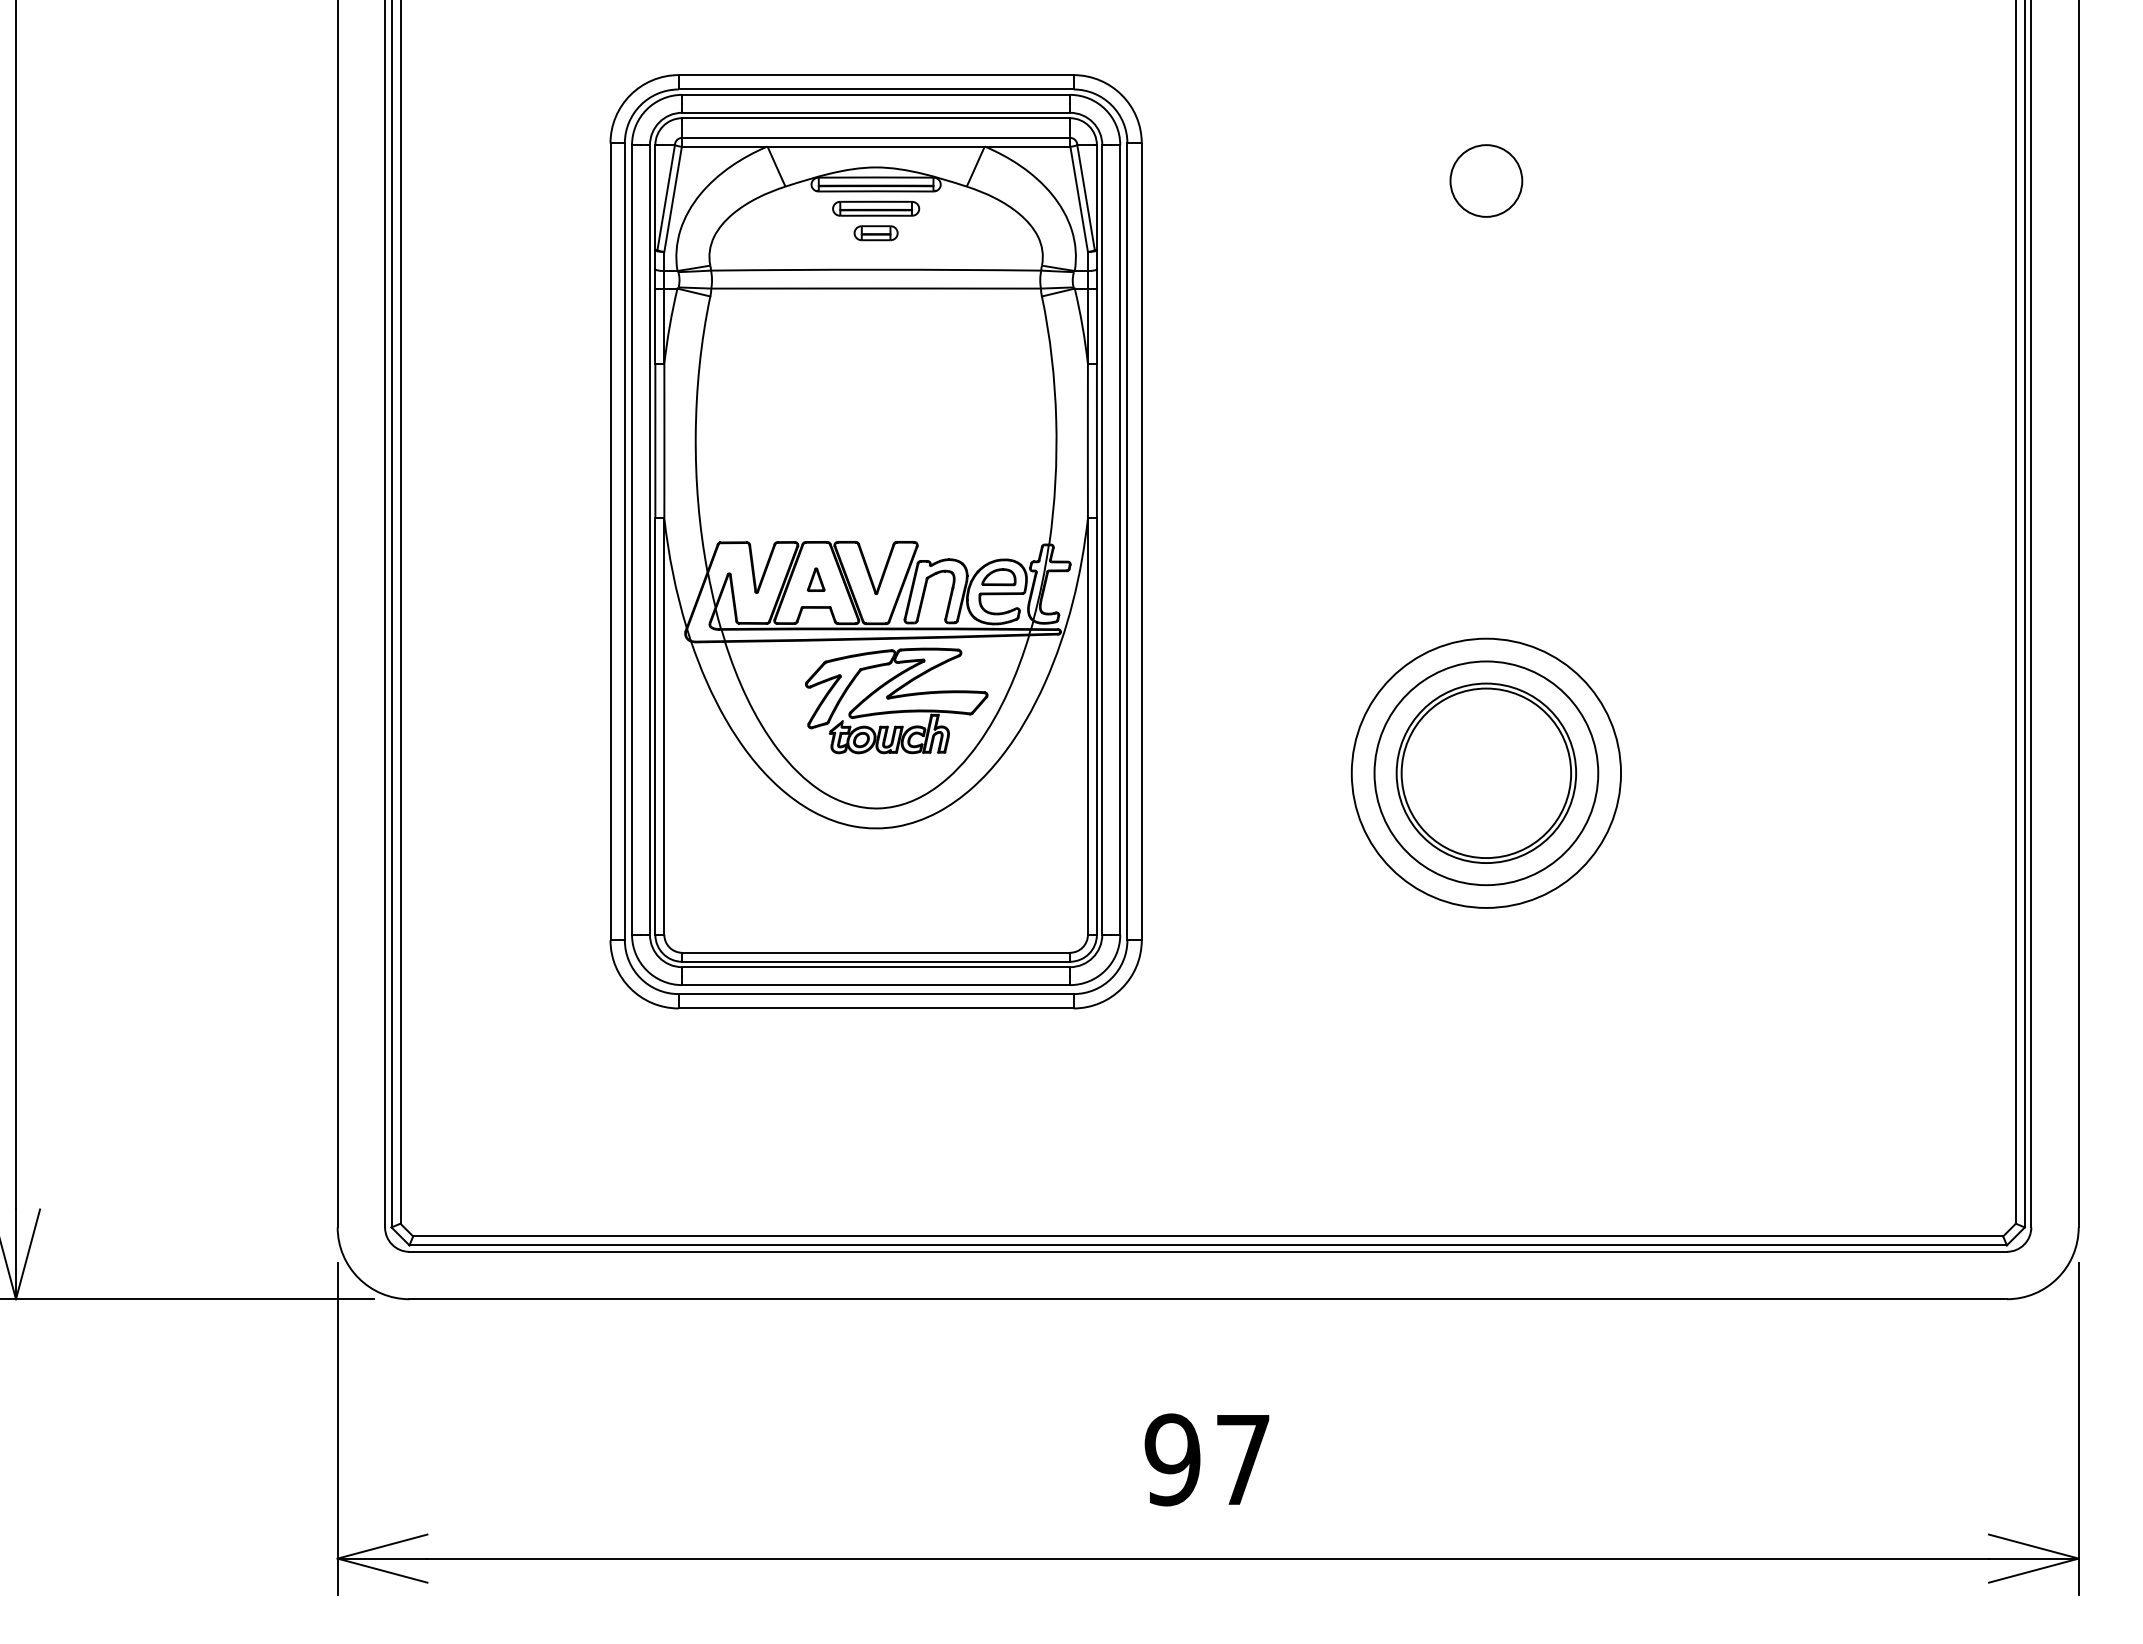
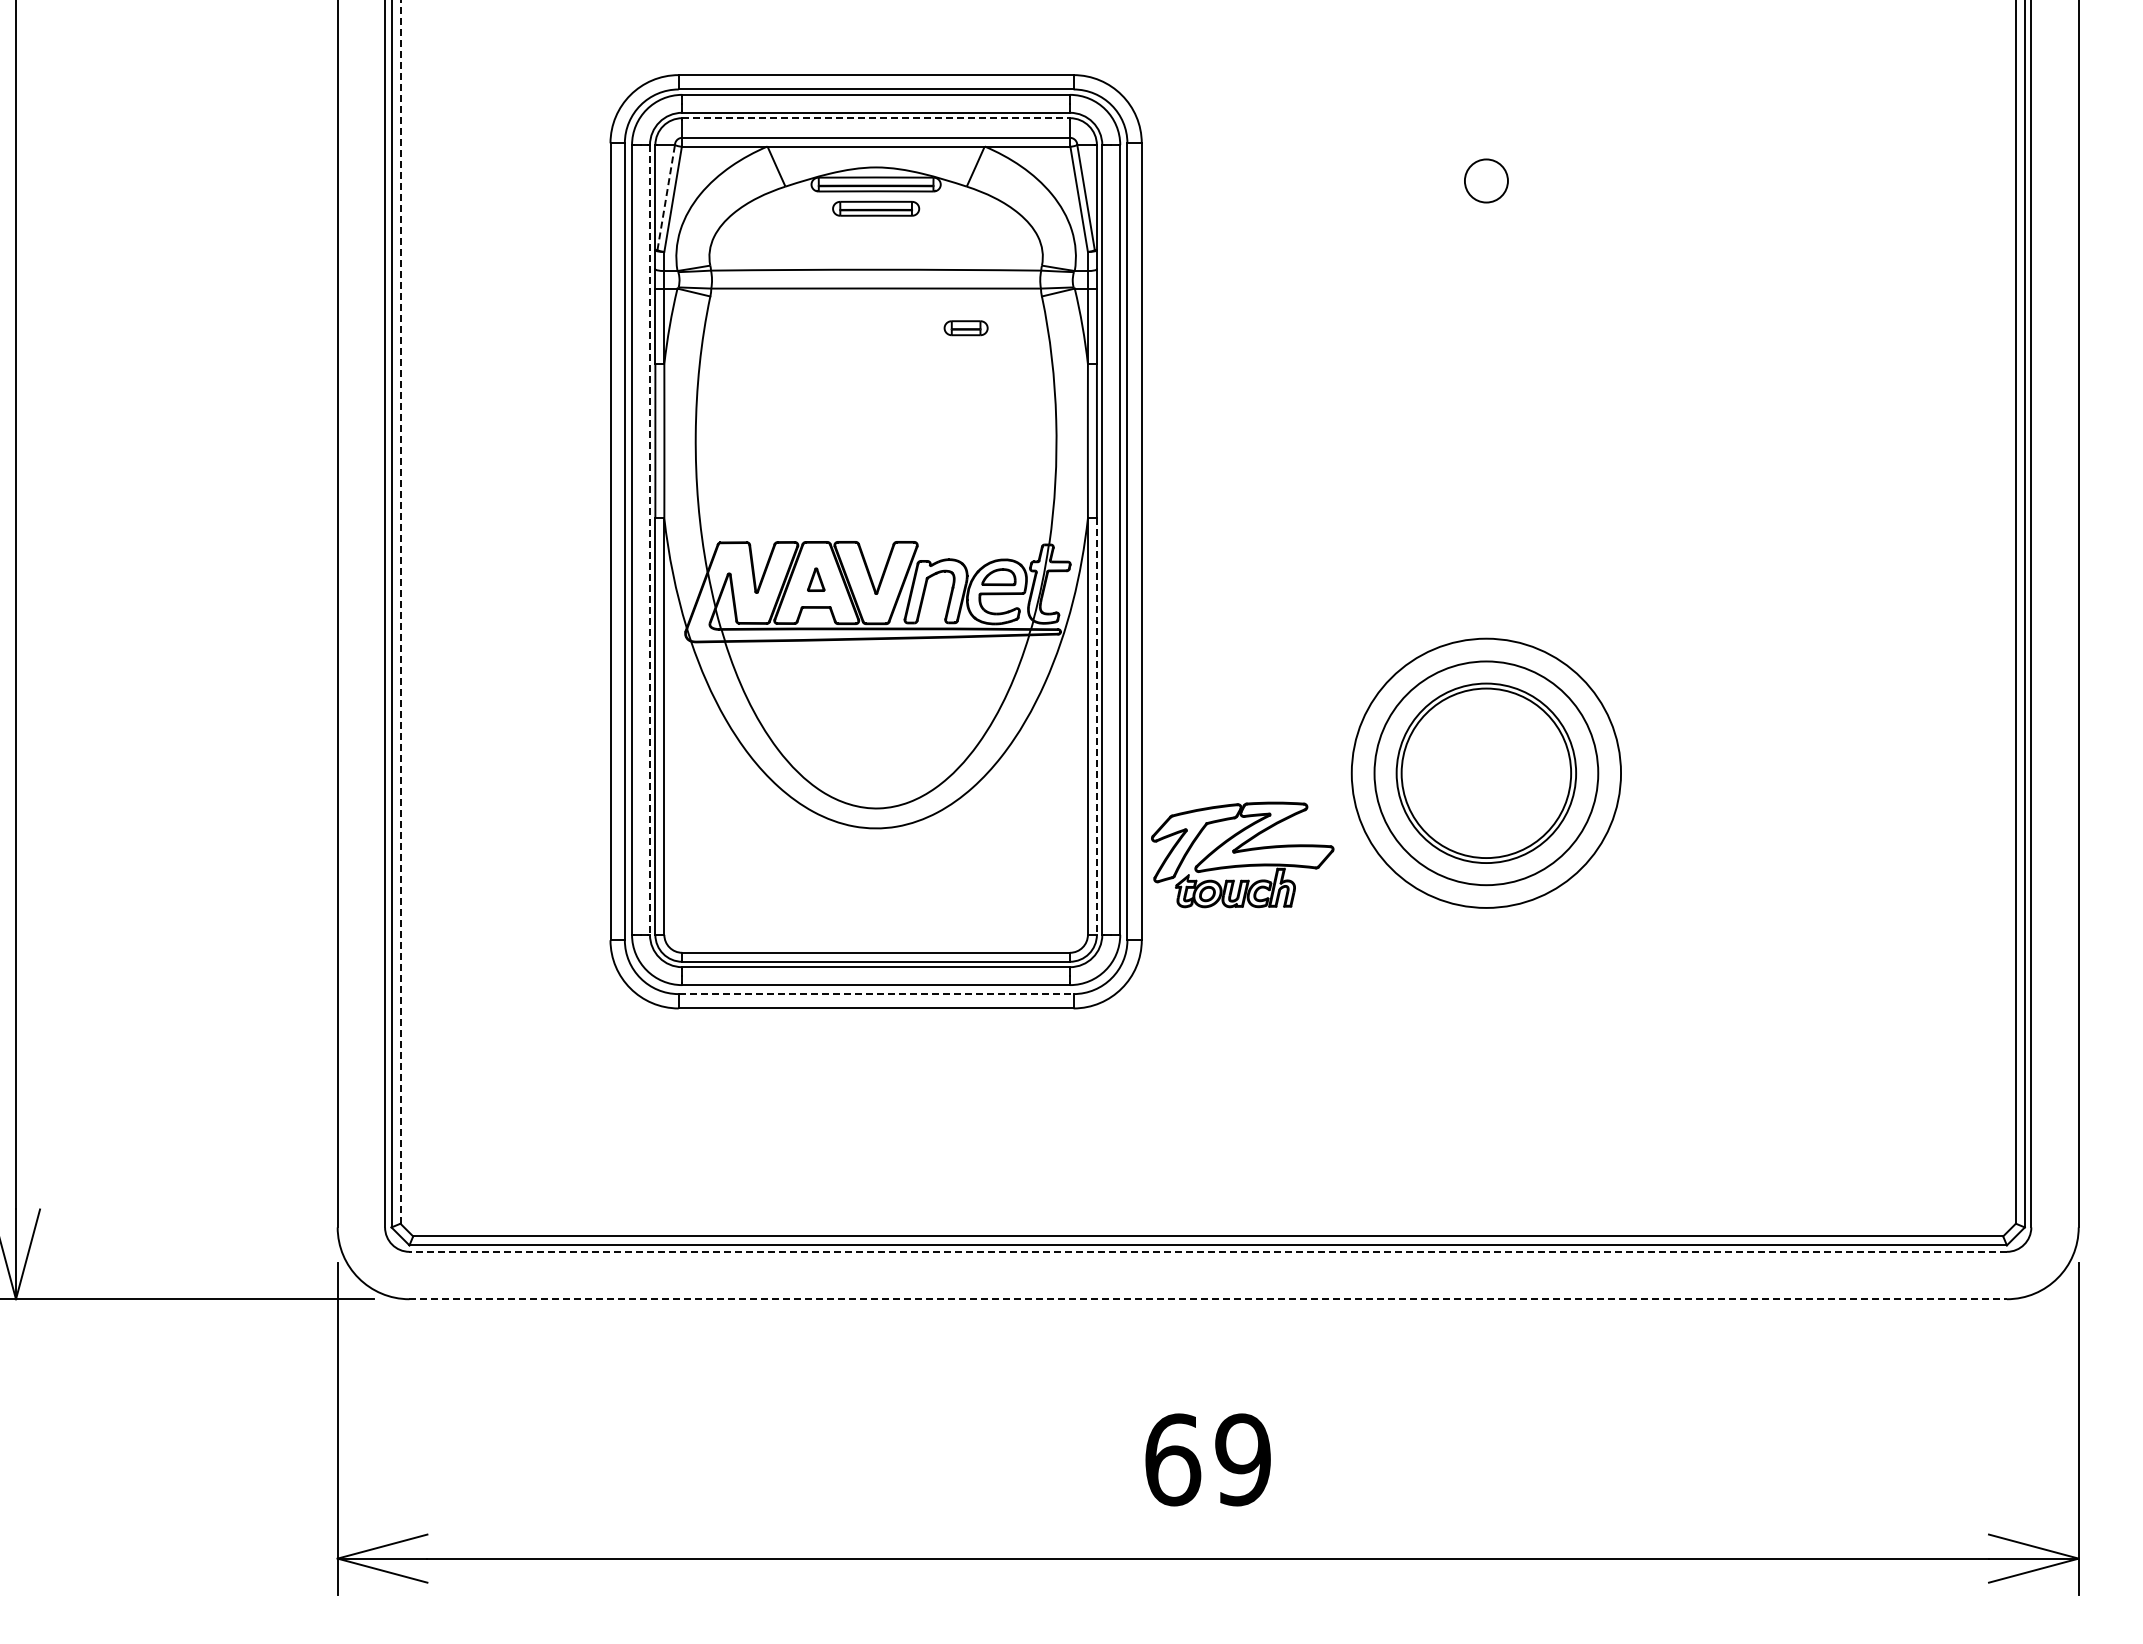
line at (876, 118): solid -> dashed
circle at (1486, 180) size: 75x74 px -> 45x46 px
line at (666, 197): solid -> dashed
part at (875, 233) position: (875, 233) -> (965, 328)
line at (649, 540): solid -> dashed
line at (400, 611): solid -> dashed
part at (896, 700) position: (896, 700) -> (1242, 854)
line at (1096, 727): solid -> dashed
line at (876, 994): solid -> dashed
line at (1208, 1251): solid -> dashed
line at (1208, 1299): solid -> dashed
text at (1207, 1459): 97 -> 69
